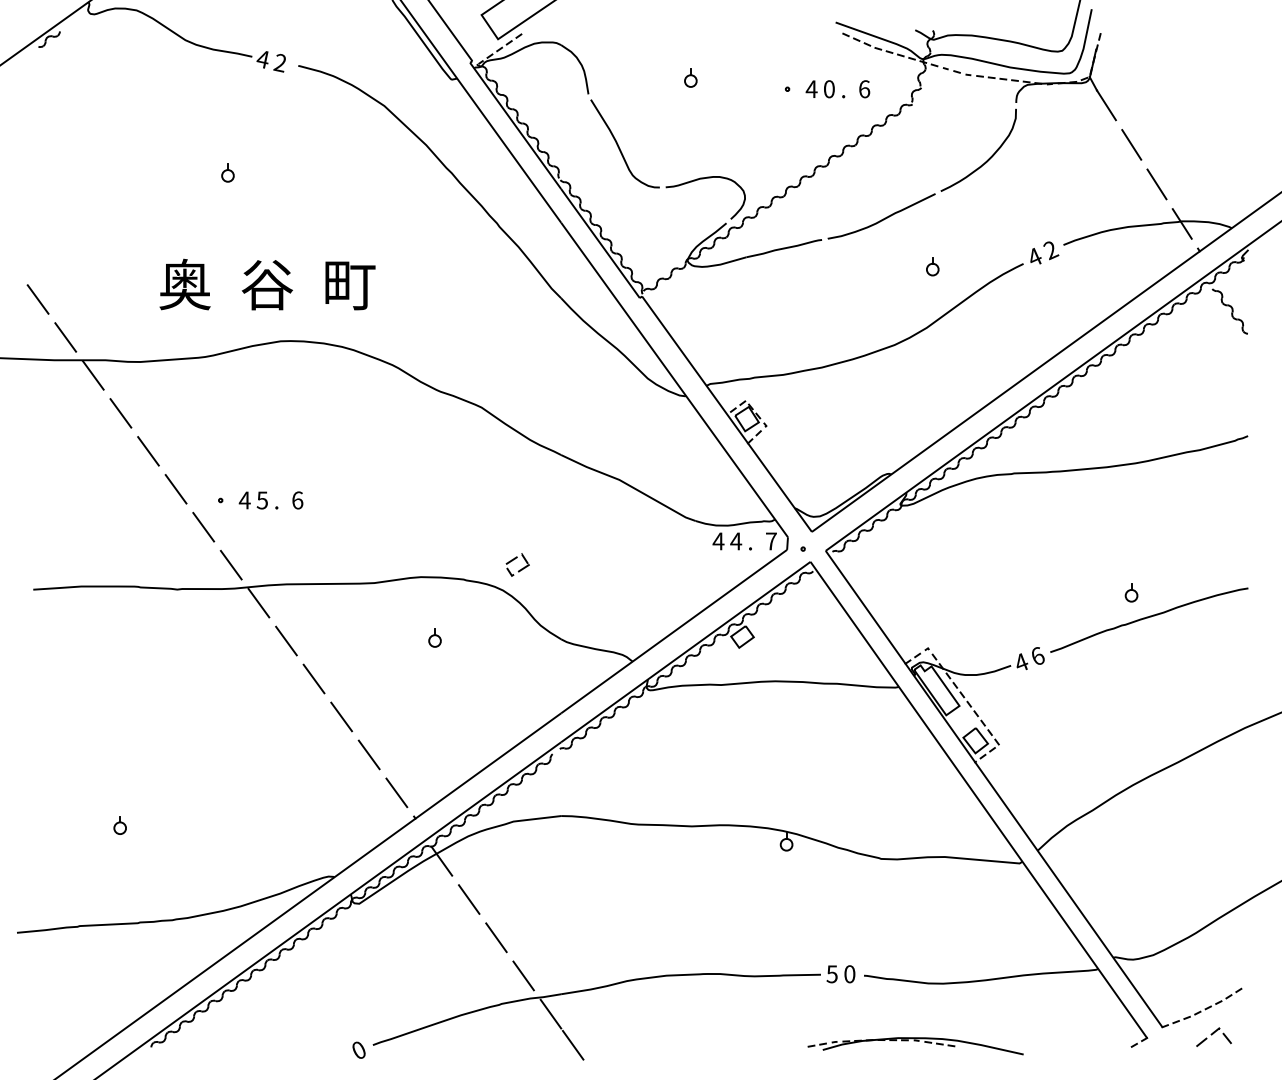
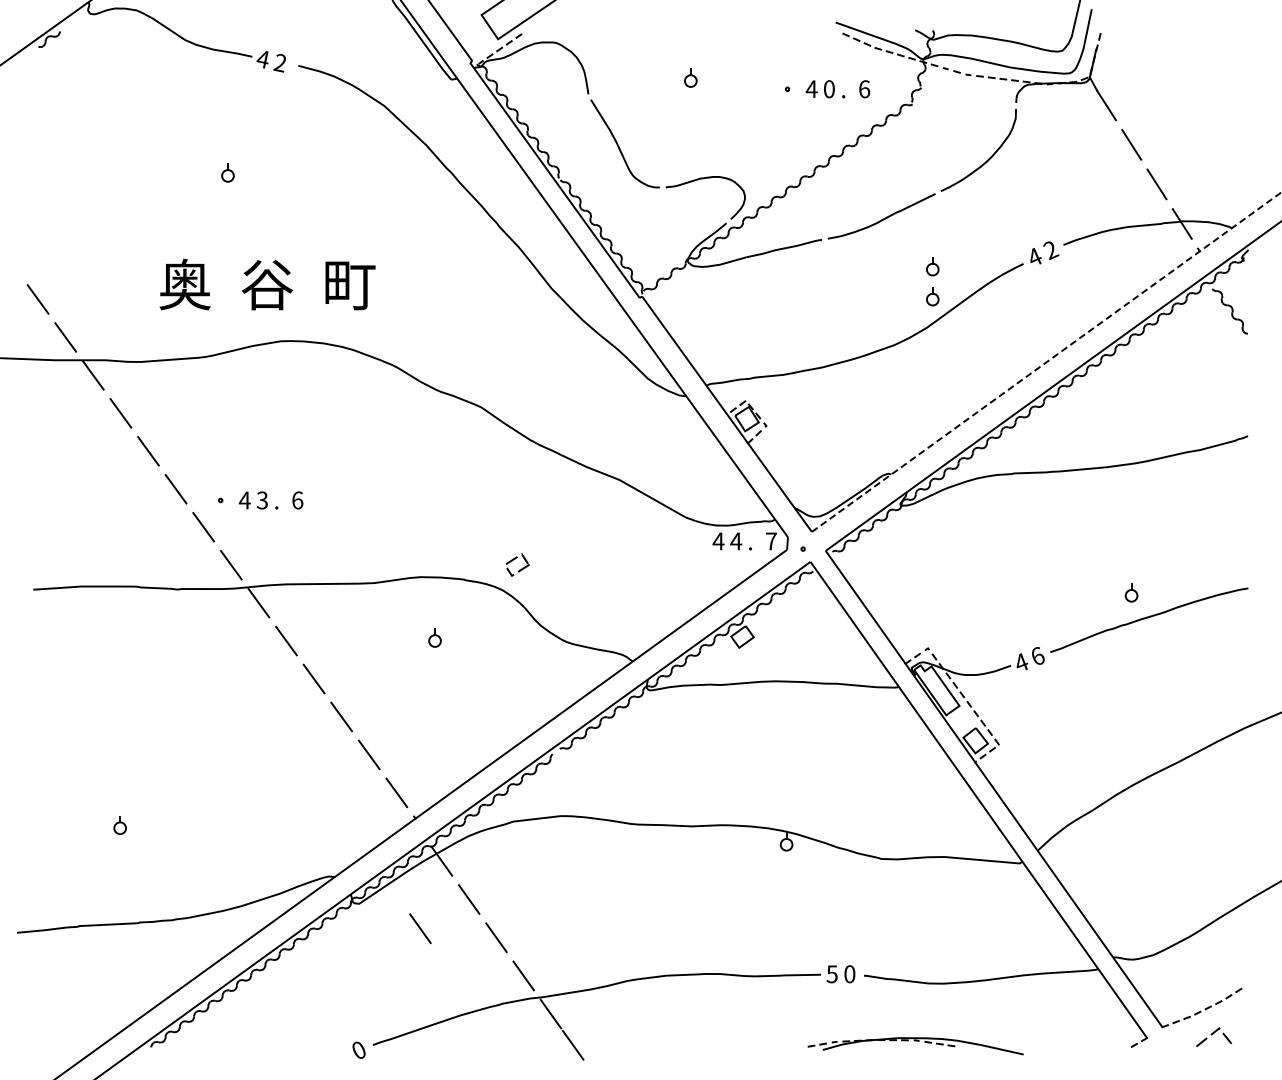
part at (932, 296): none -> present
line at (1046, 362): solid -> dashed
text at (262, 499): 5 -> 3
line at (420, 928): none -> present
